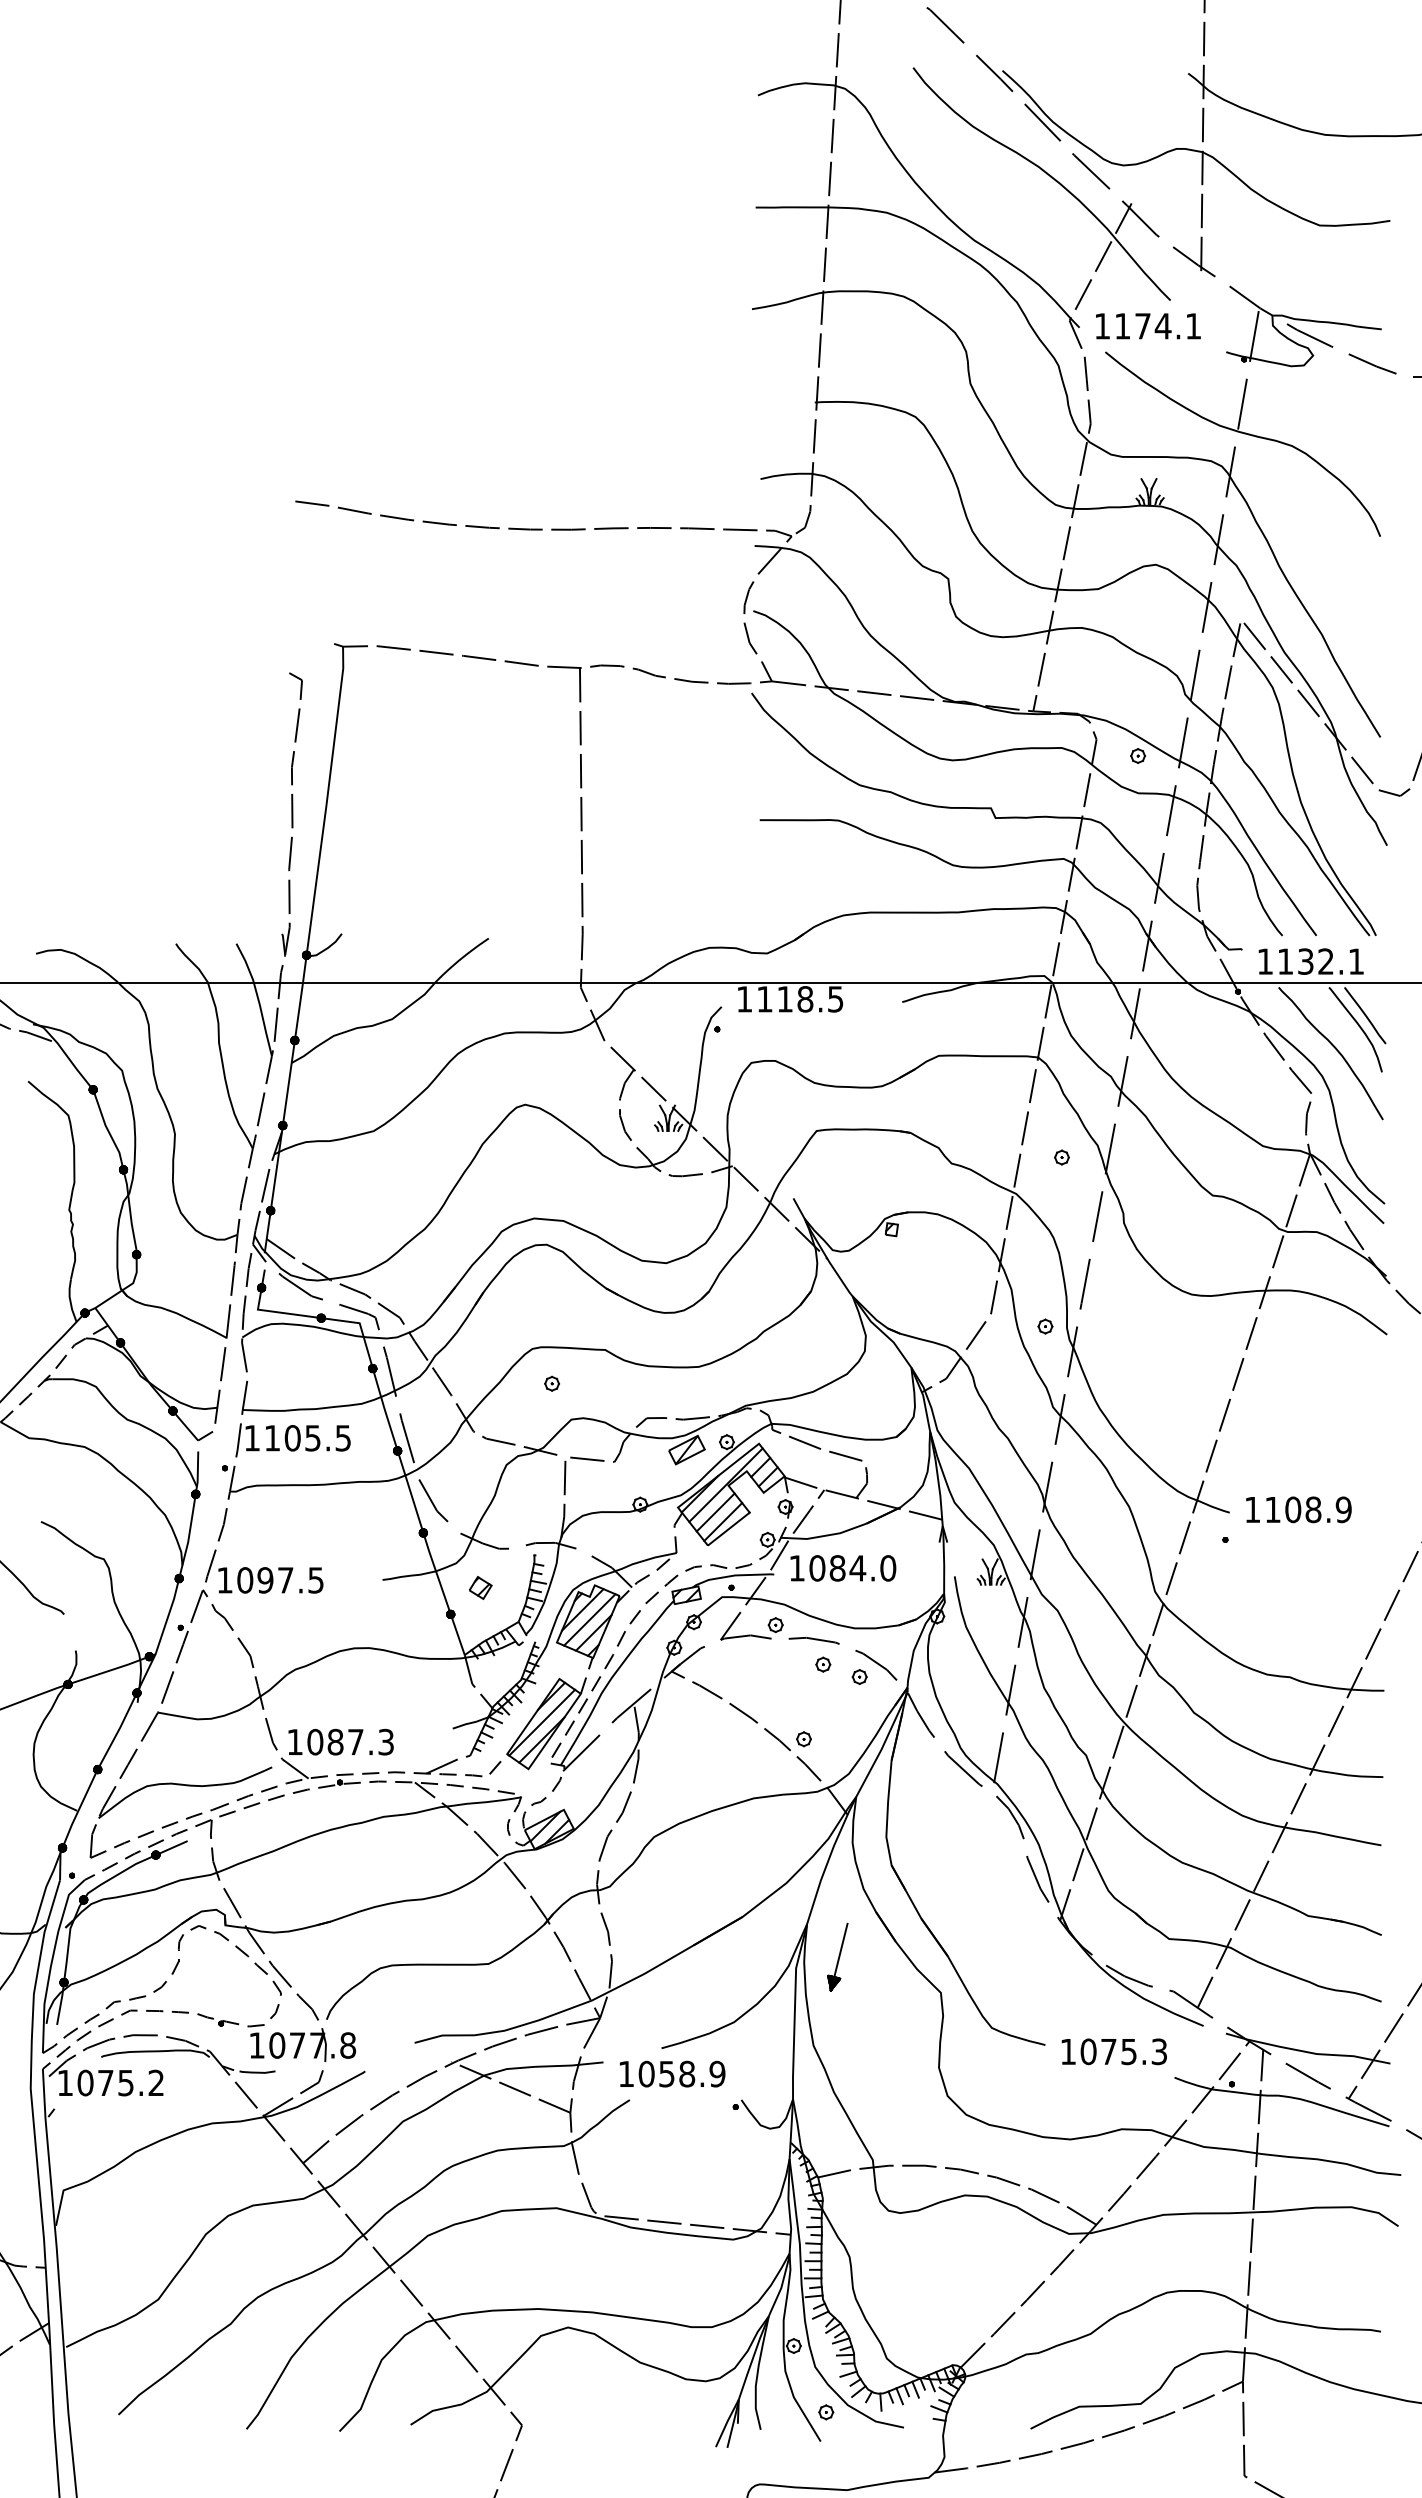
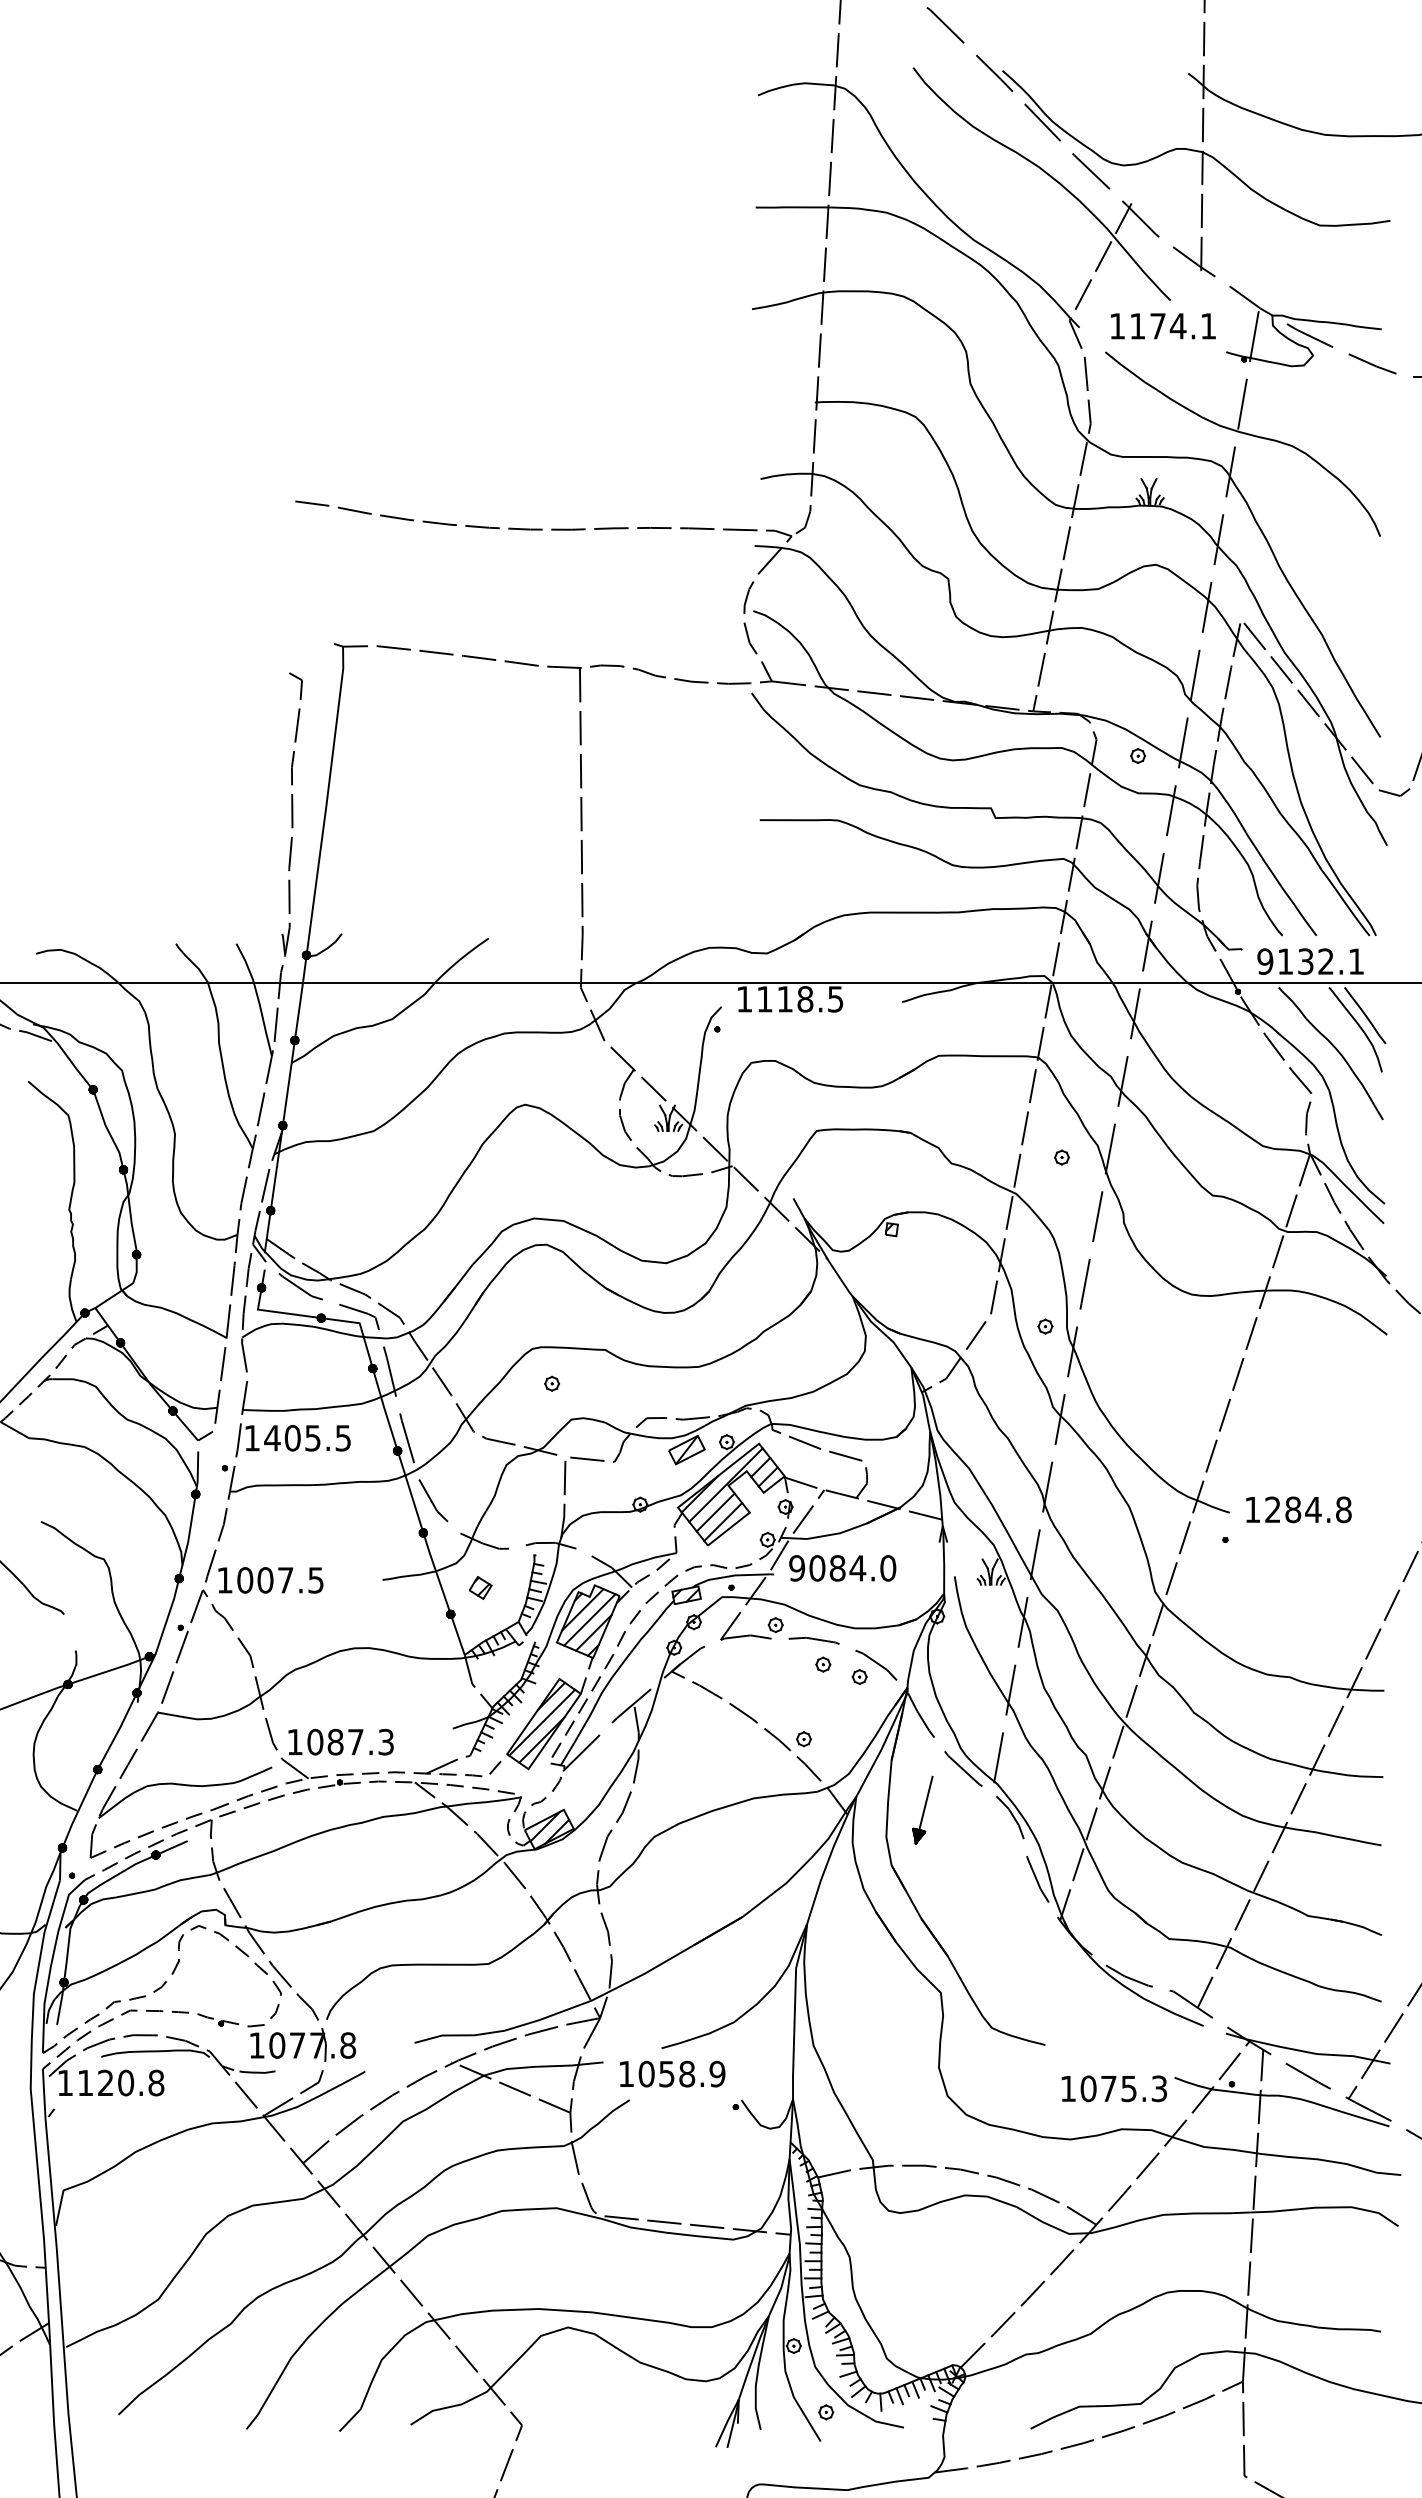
text at (1148, 326) position: (1148, 326) -> (1163, 326)
text at (1265, 961): 1132.1 -> 9132.1
text at (272, 1438): 1105.5 -> 1405.5
text at (1308, 1509): 1108.9 -> 1284.8
text at (797, 1568): 1084.0 -> 9084.0
text at (265, 1580): 1097.5 -> 1007.5
part at (837, 1956) position: (837, 1956) -> (922, 1809)
text at (1113, 2051) position: (1113, 2051) -> (1113, 2088)
text at (120, 2082): 1075.2 -> 1120.8
